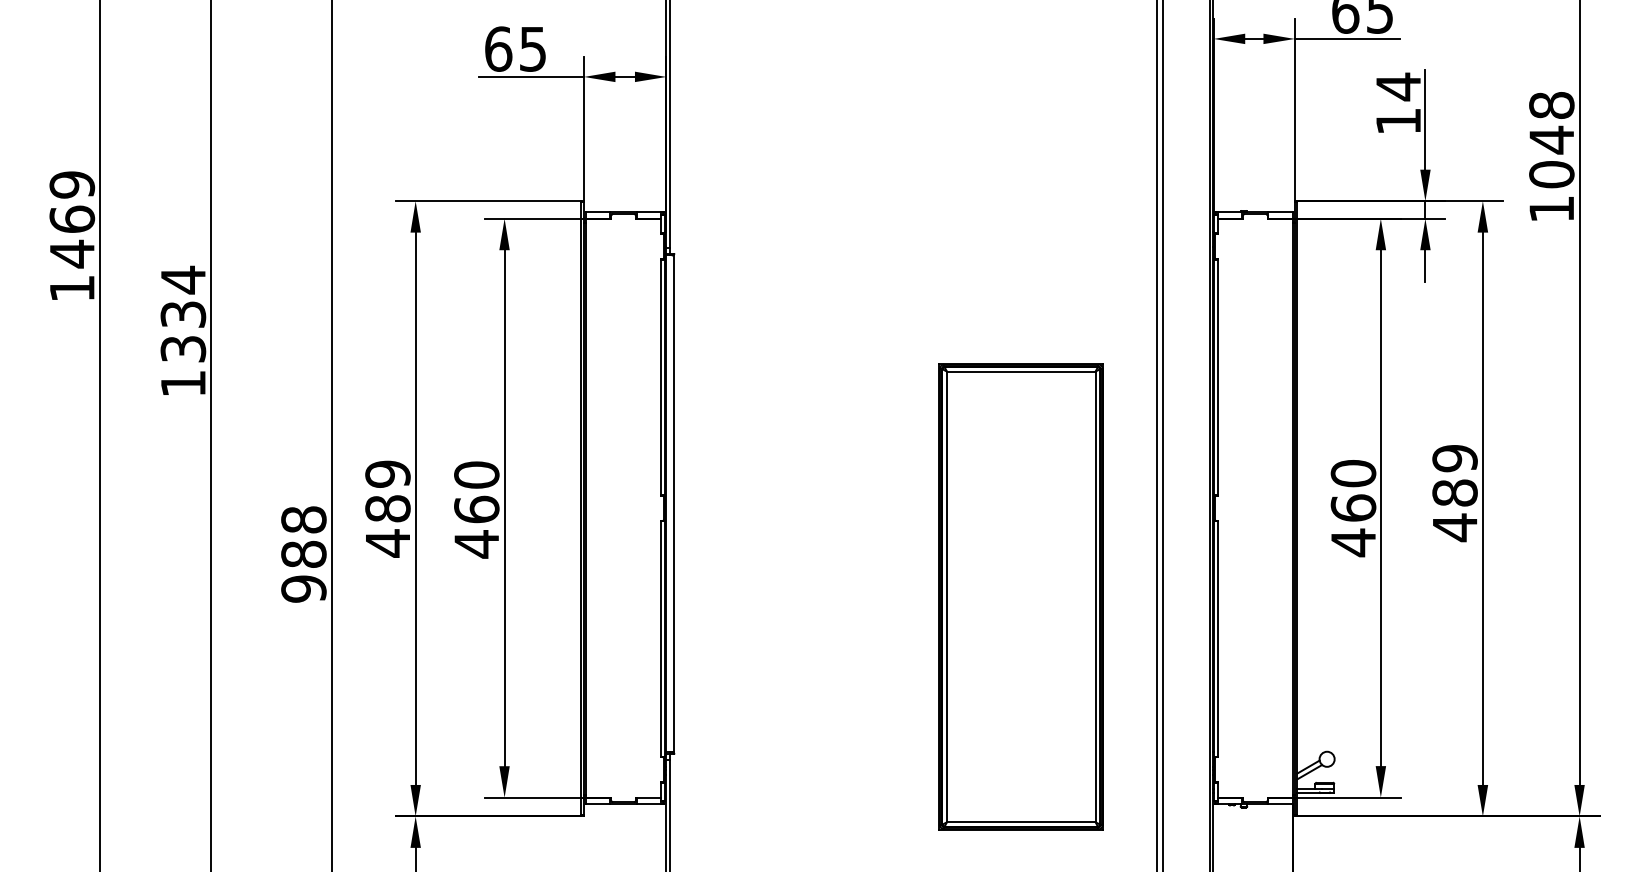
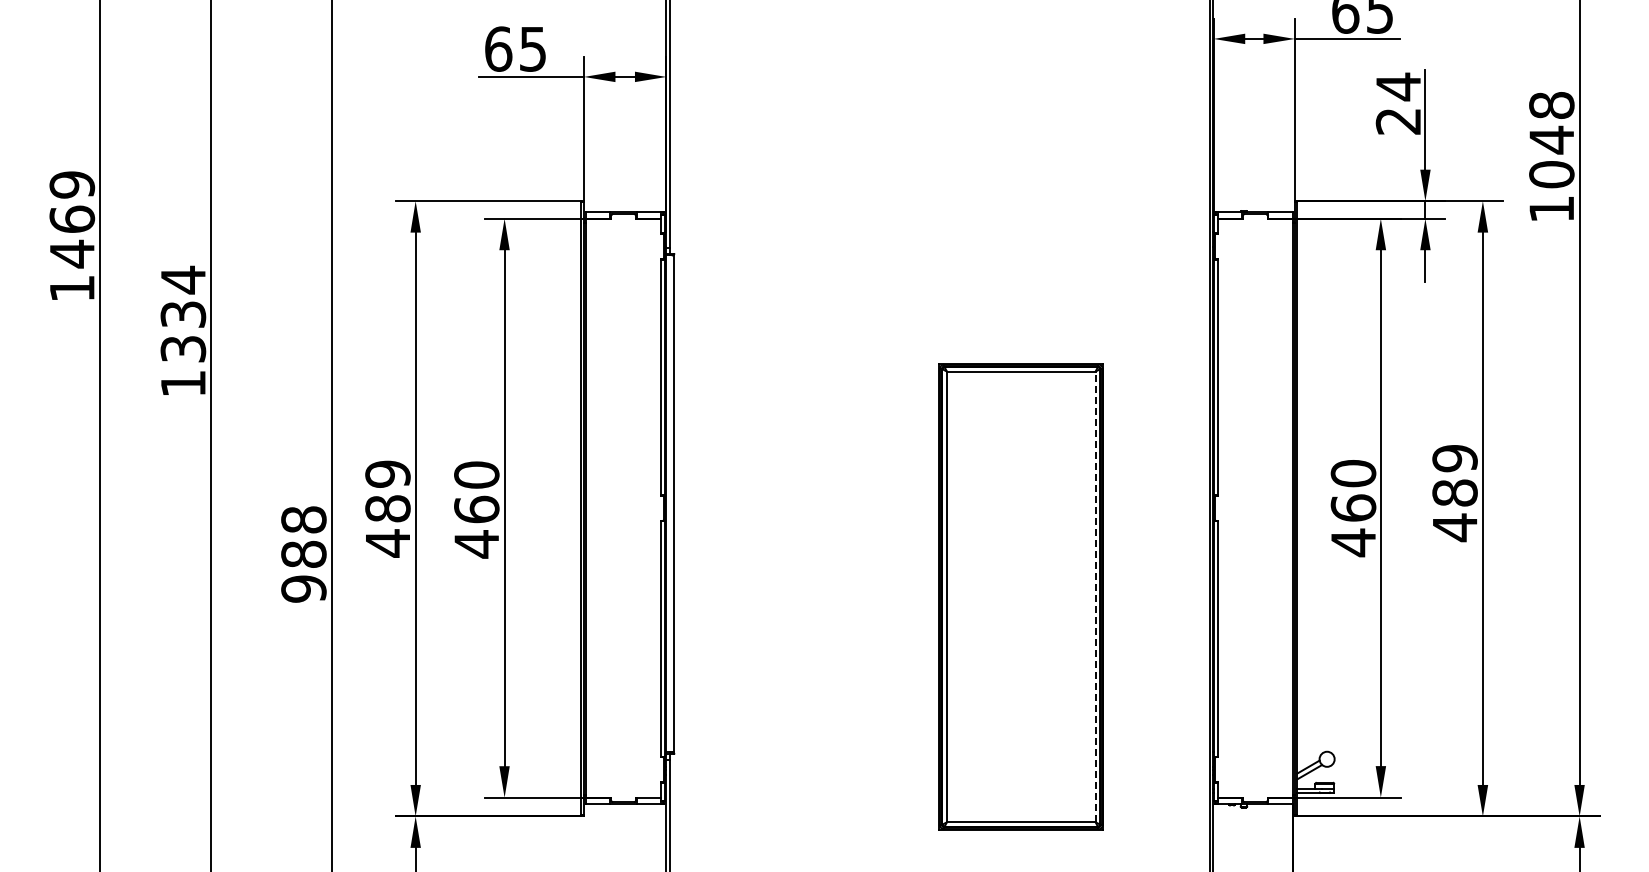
text at (1397, 121): 14 -> 24
line at (1157, 435): present -> none
line at (1162, 435): present -> none
line at (1095, 596): solid -> dashed
